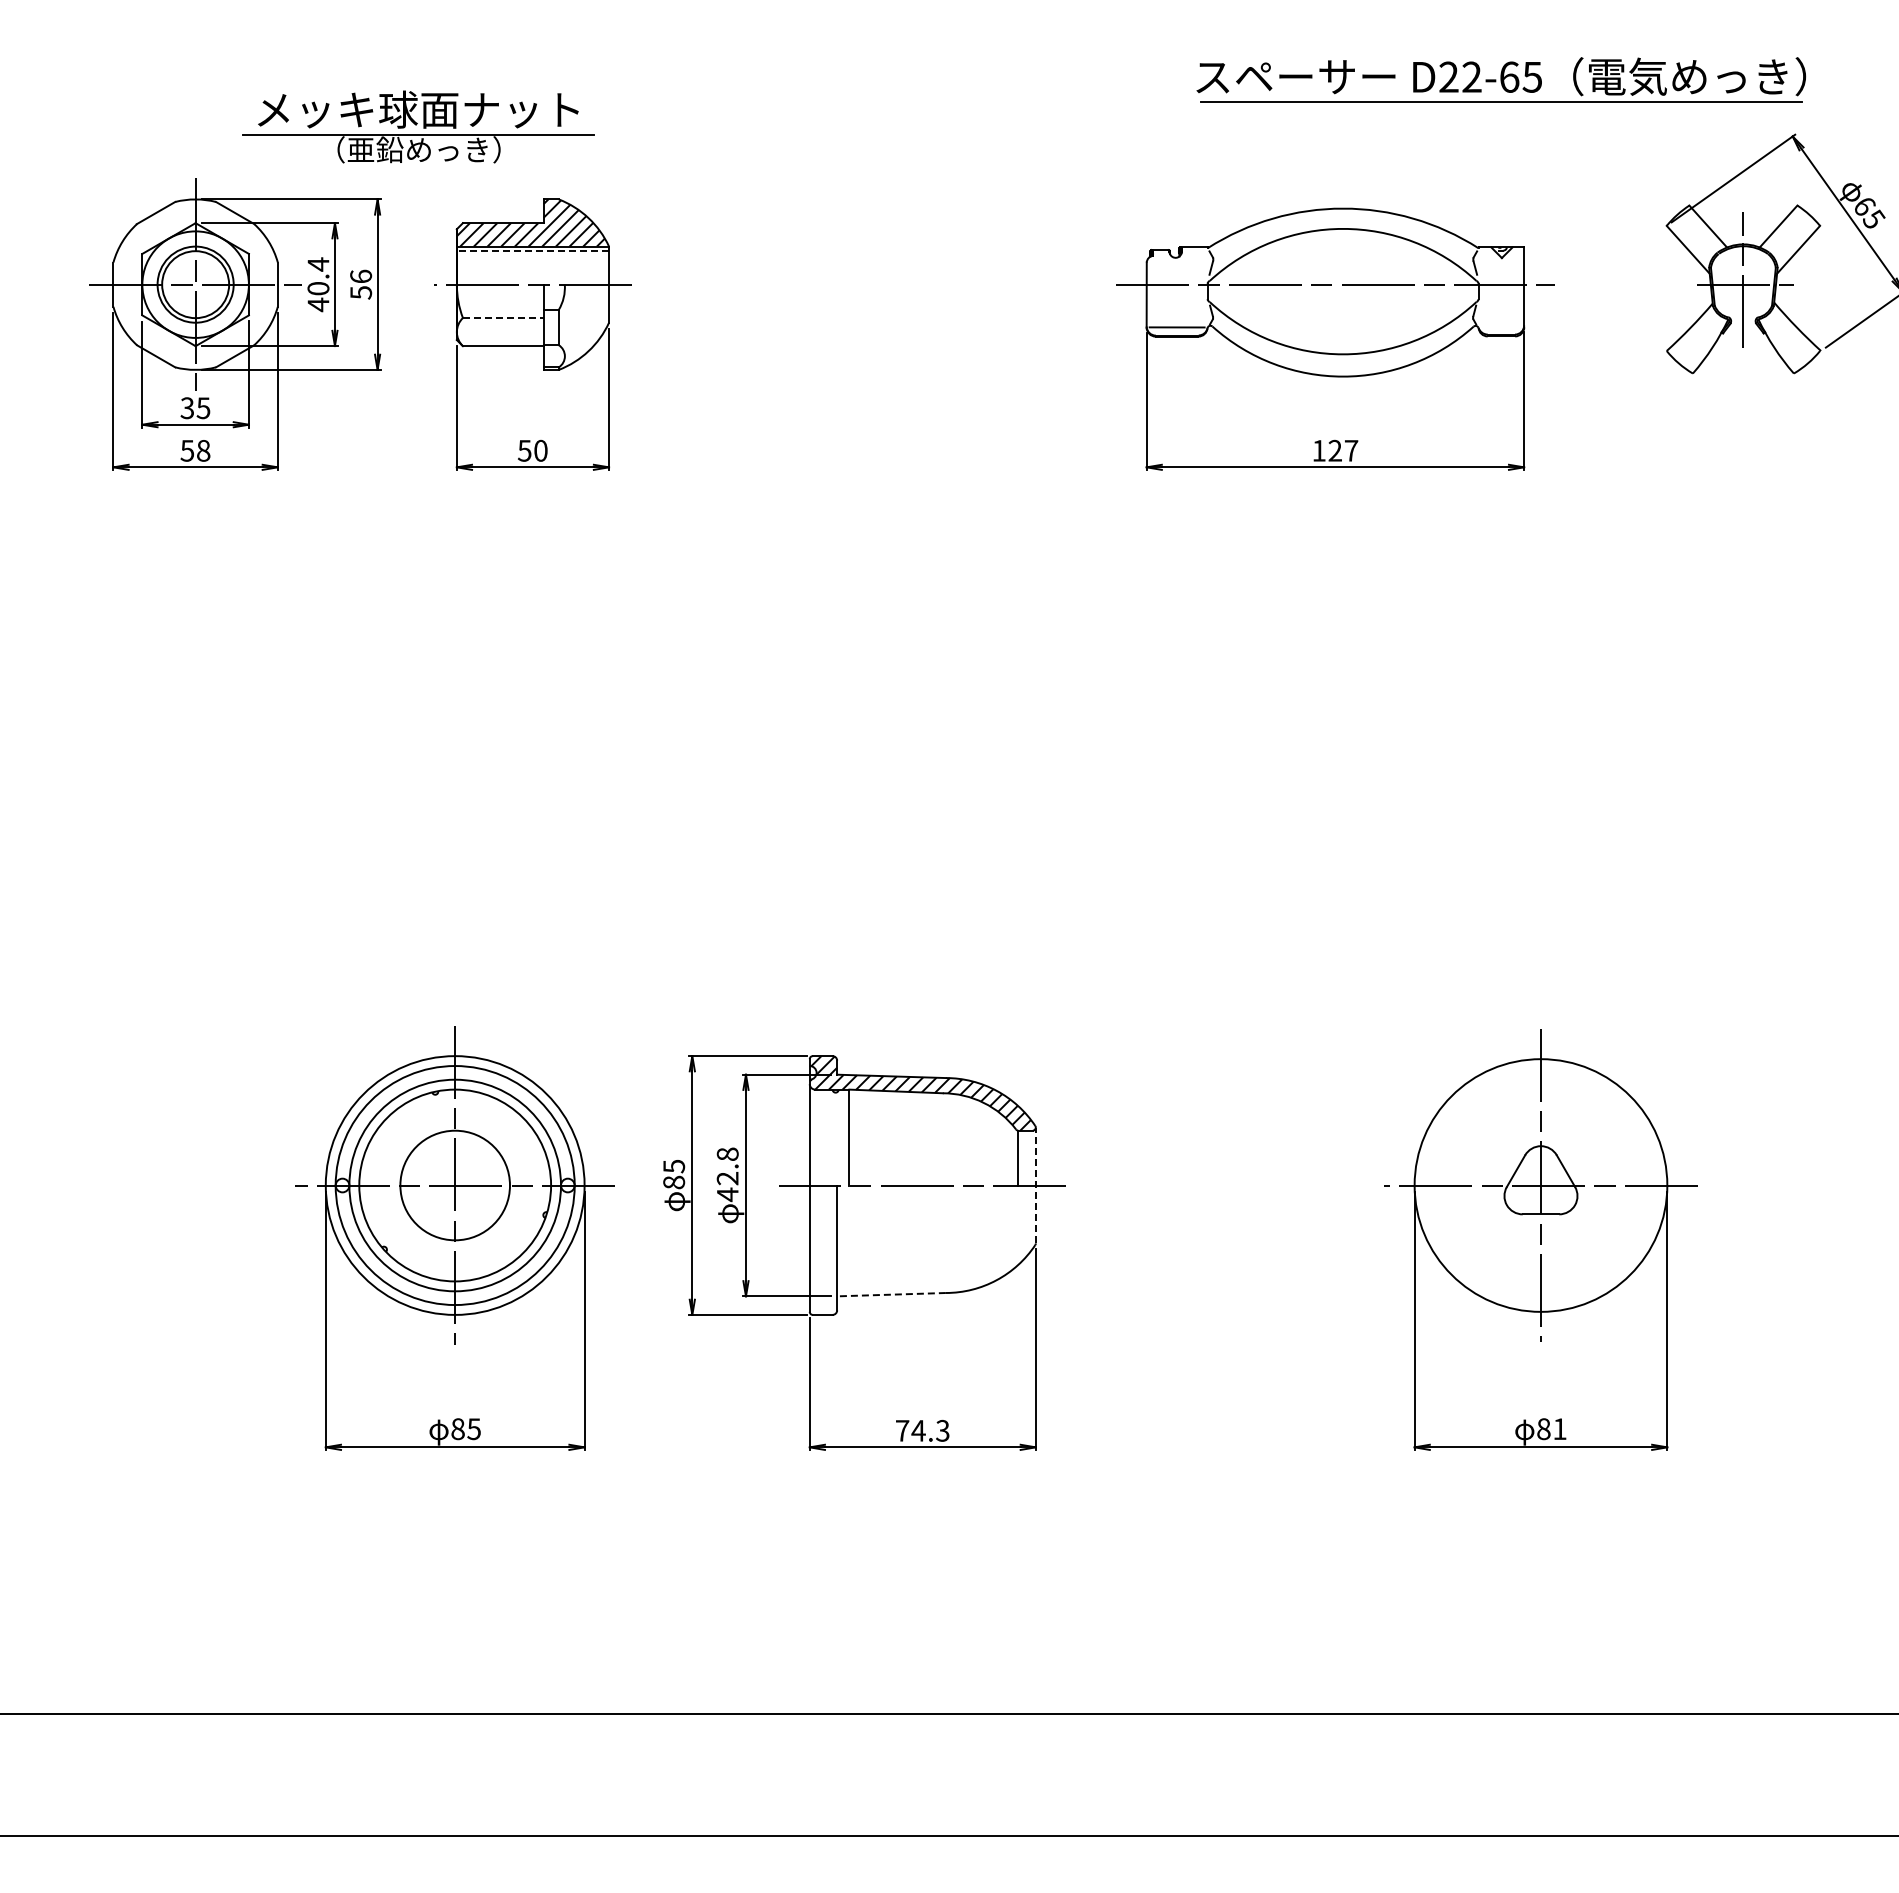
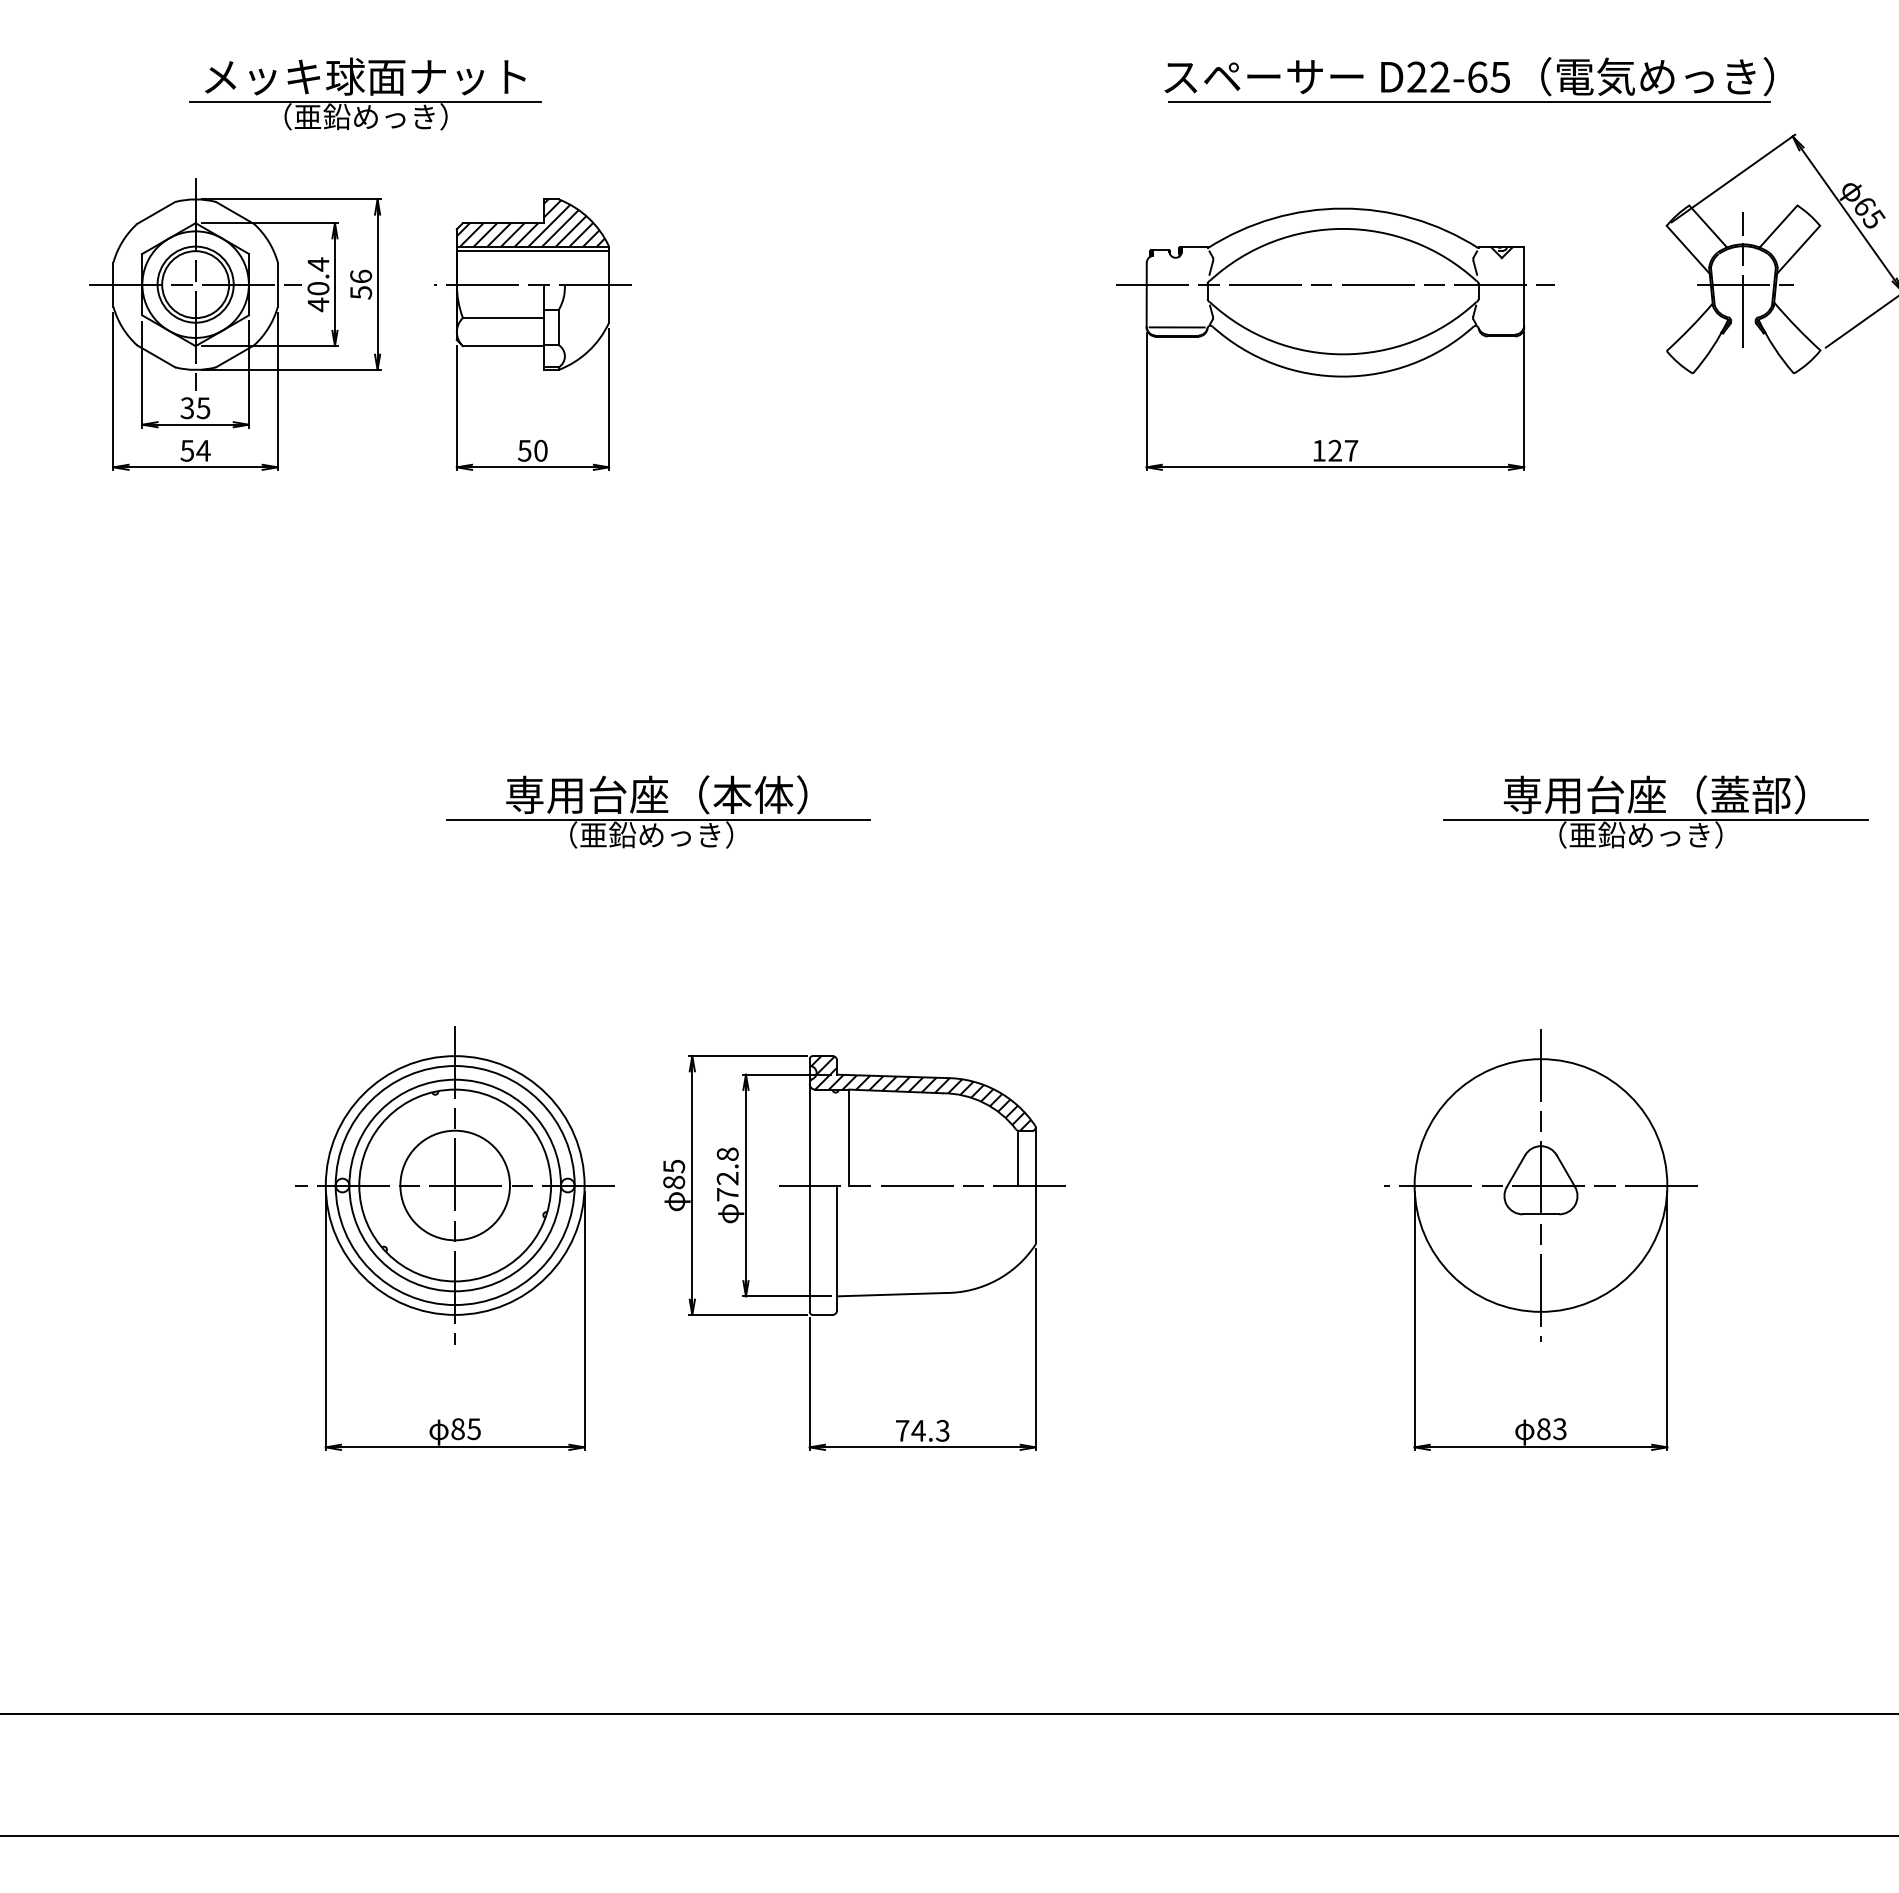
part at (1501, 79) position: (1501, 79) -> (1469, 79)
part at (418, 126) position: (418, 126) -> (365, 93)
line at (532, 251): dashed -> solid
line at (503, 318): dashed -> solid
text at (203, 450): 58 -> 54
part at (658, 811): none -> present
part at (1655, 811): none -> present
line at (1035, 1185): dashed -> solid
text at (727, 1194): 42.8 -> 72.8
line at (891, 1294): dashed -> solid
text at (1559, 1429): 81 -> 83
